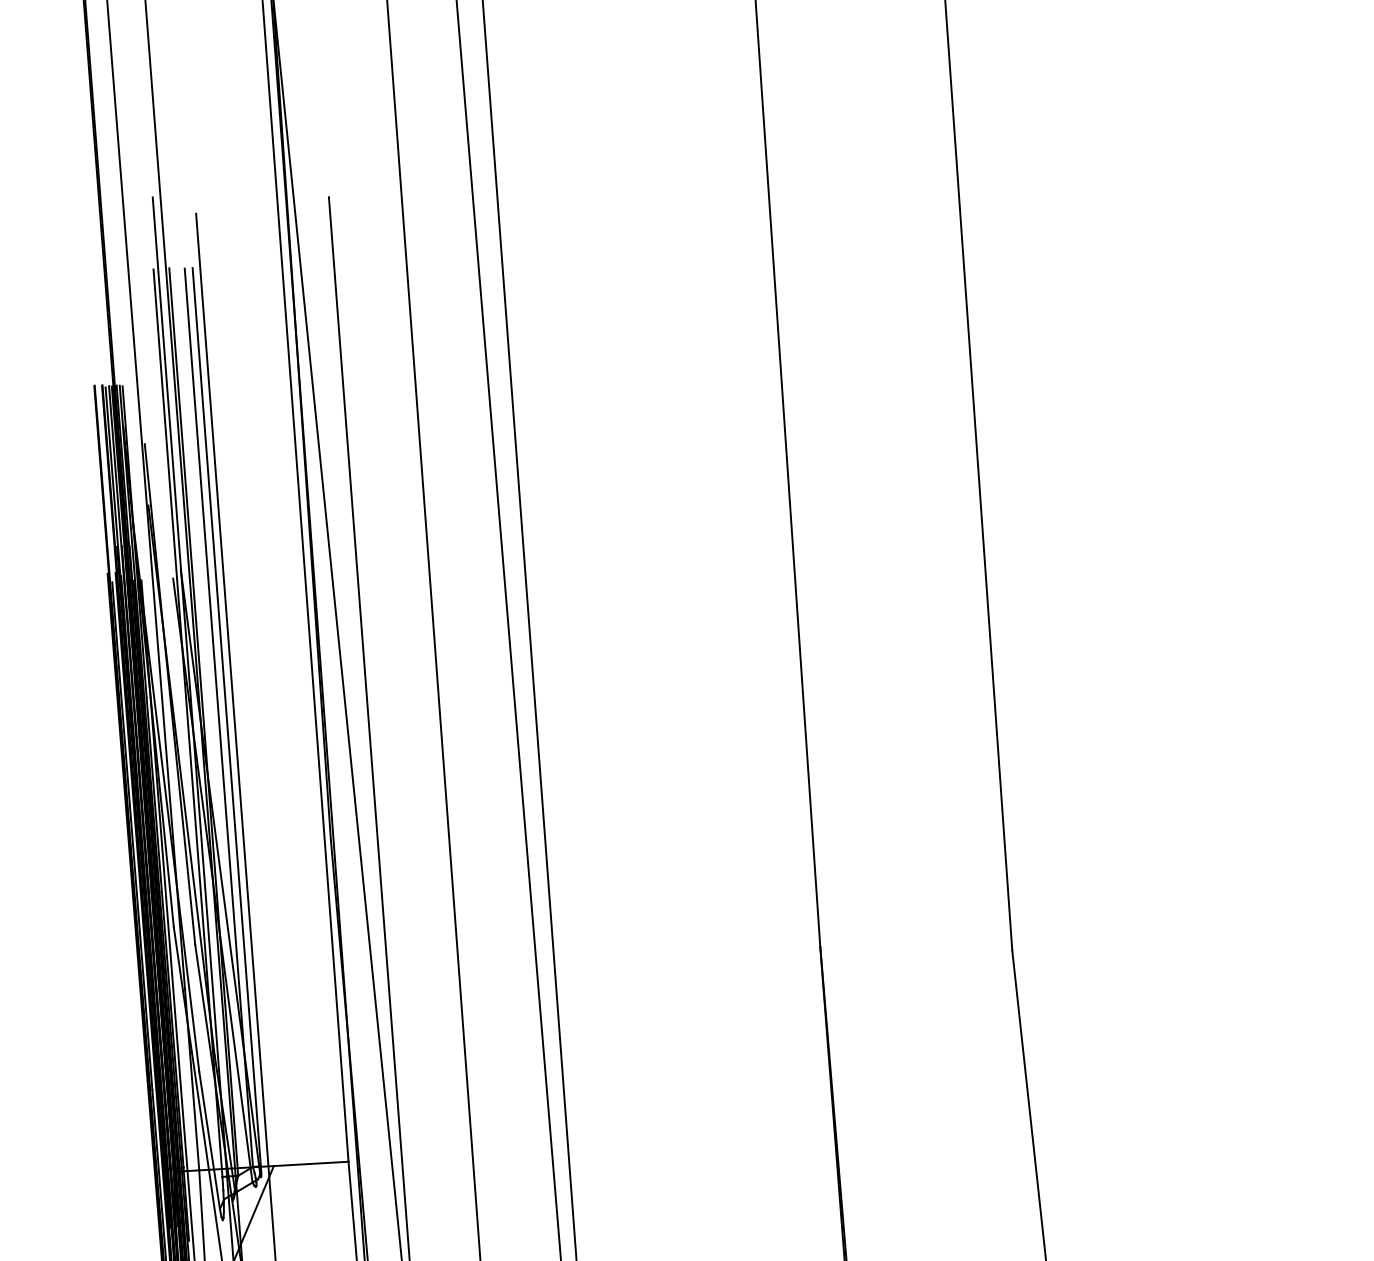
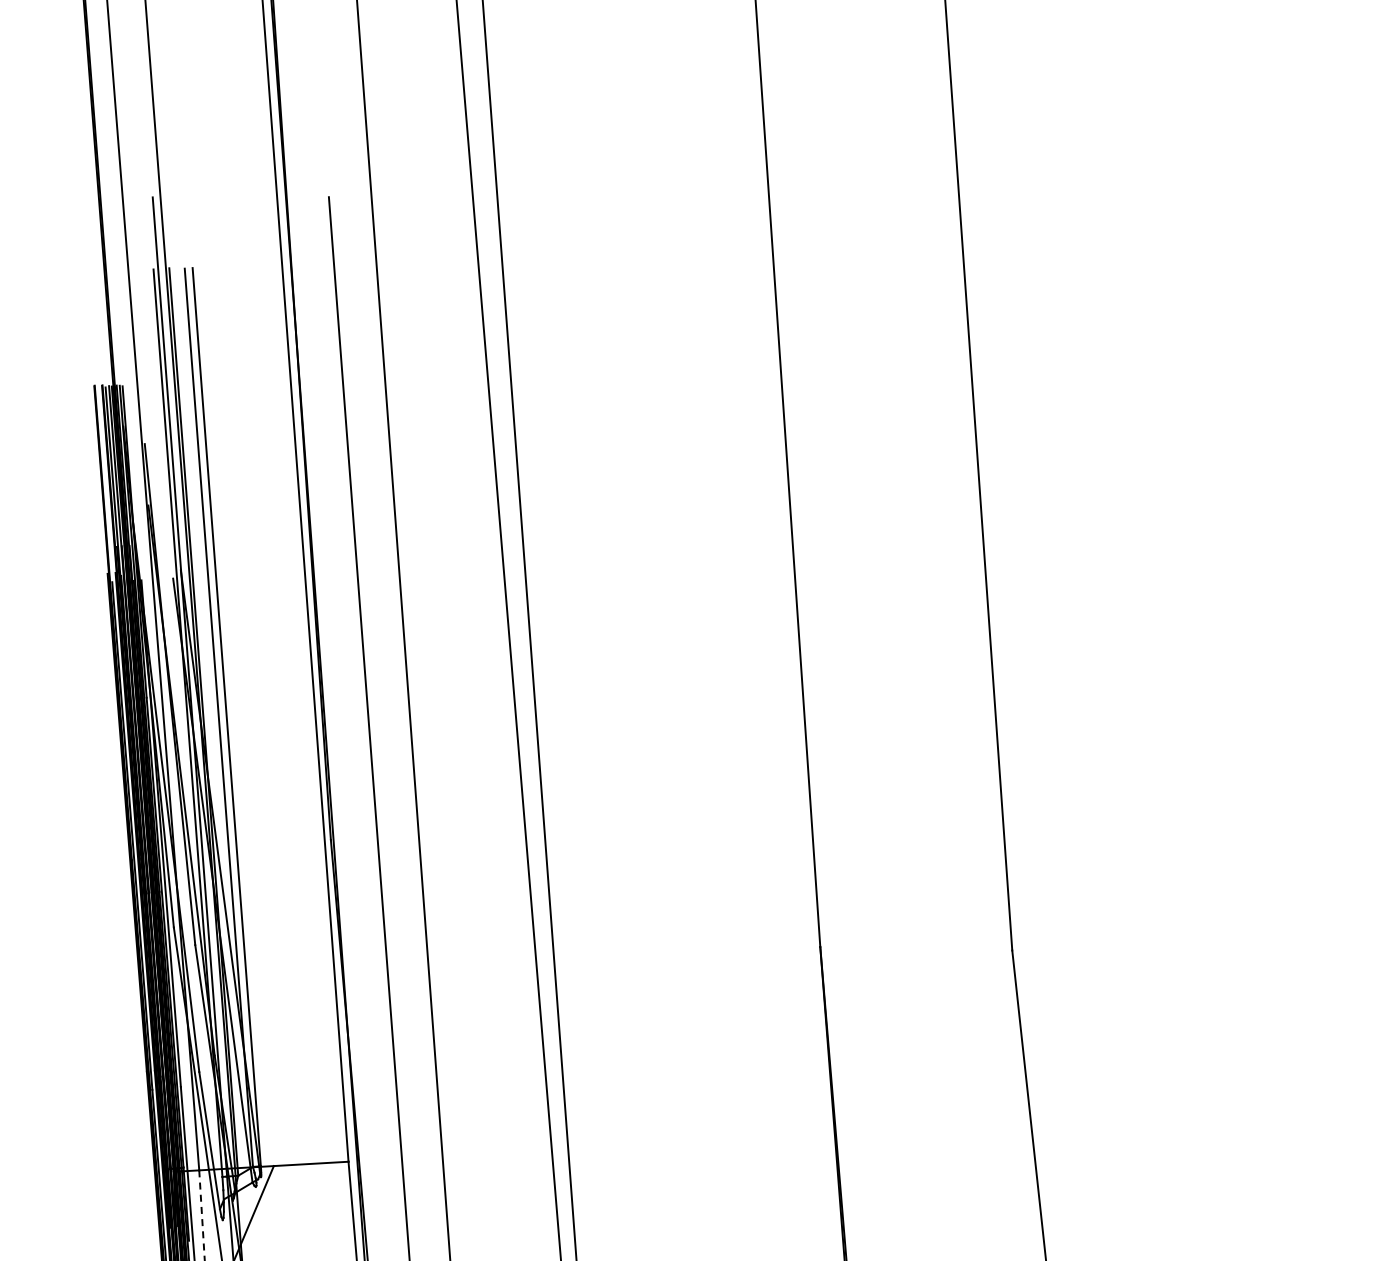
line at (337, 629): present -> none
line at (433, 629) position: (433, 629) -> (403, 629)
line at (235, 735): present -> none
line at (202, 1216): solid -> dashed
